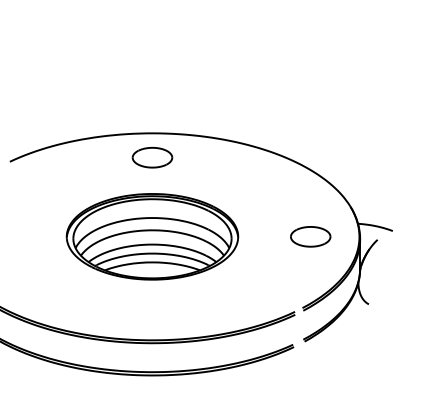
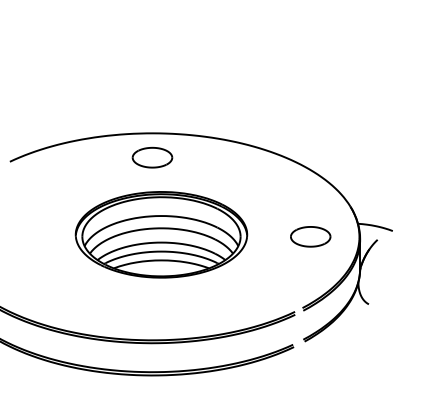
part at (152, 236) position: (152, 236) -> (161, 234)
